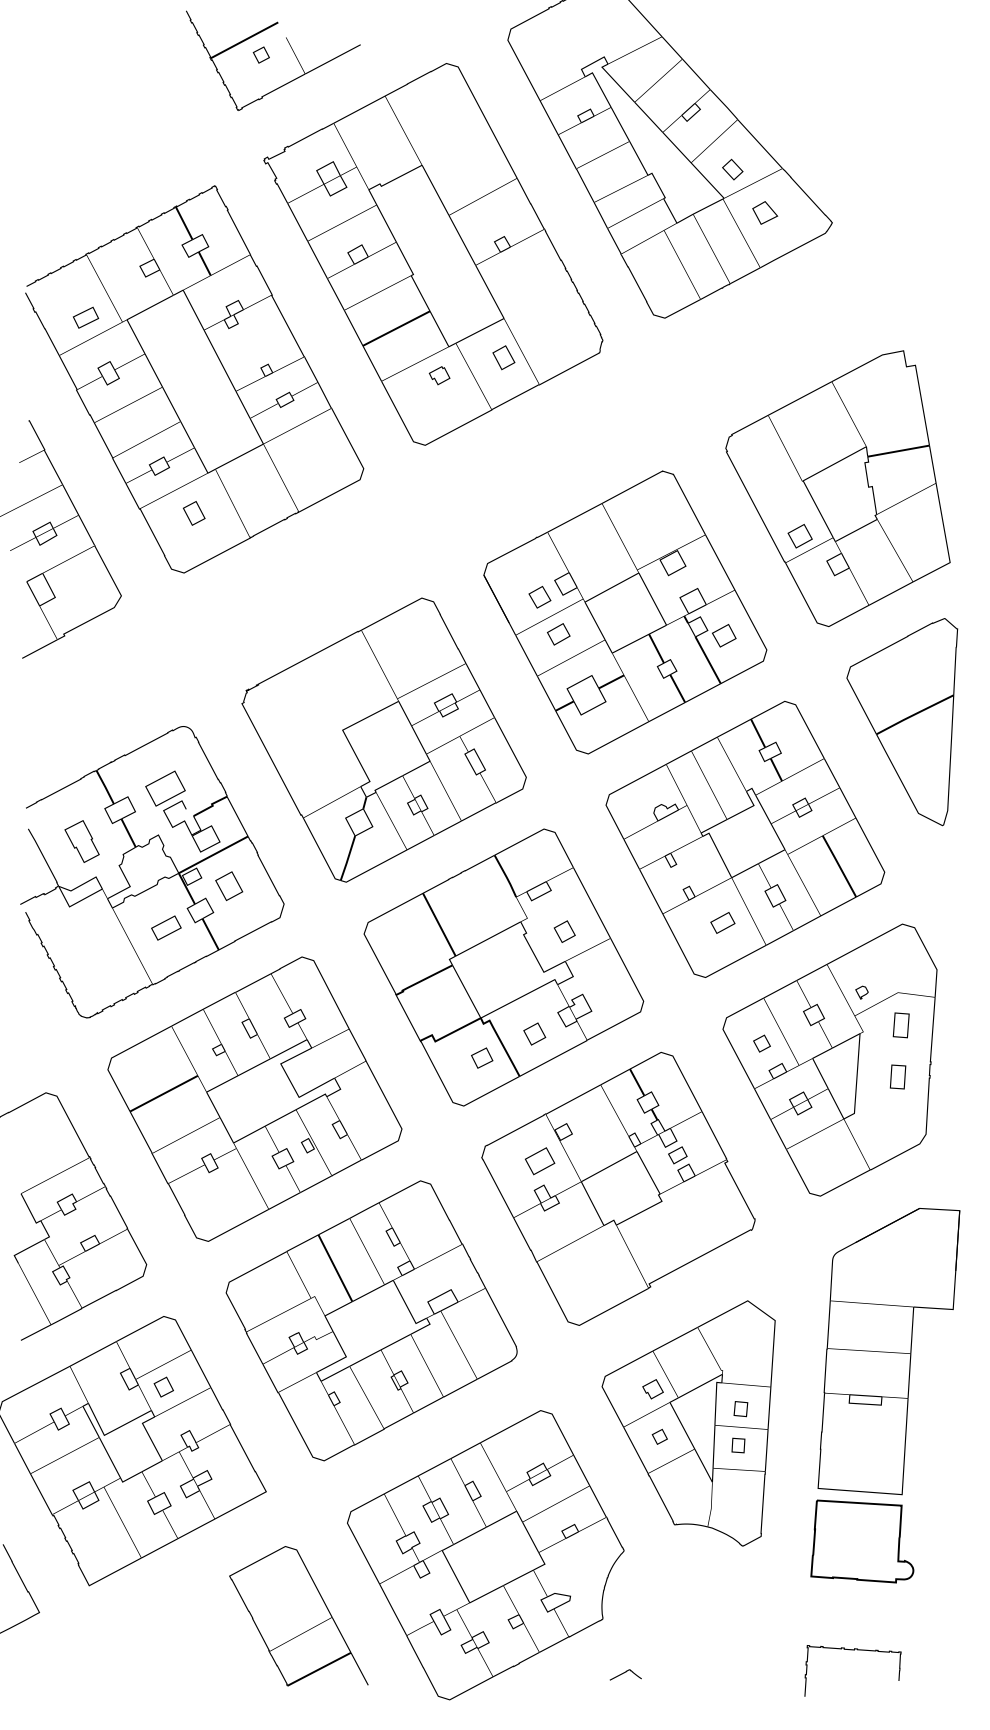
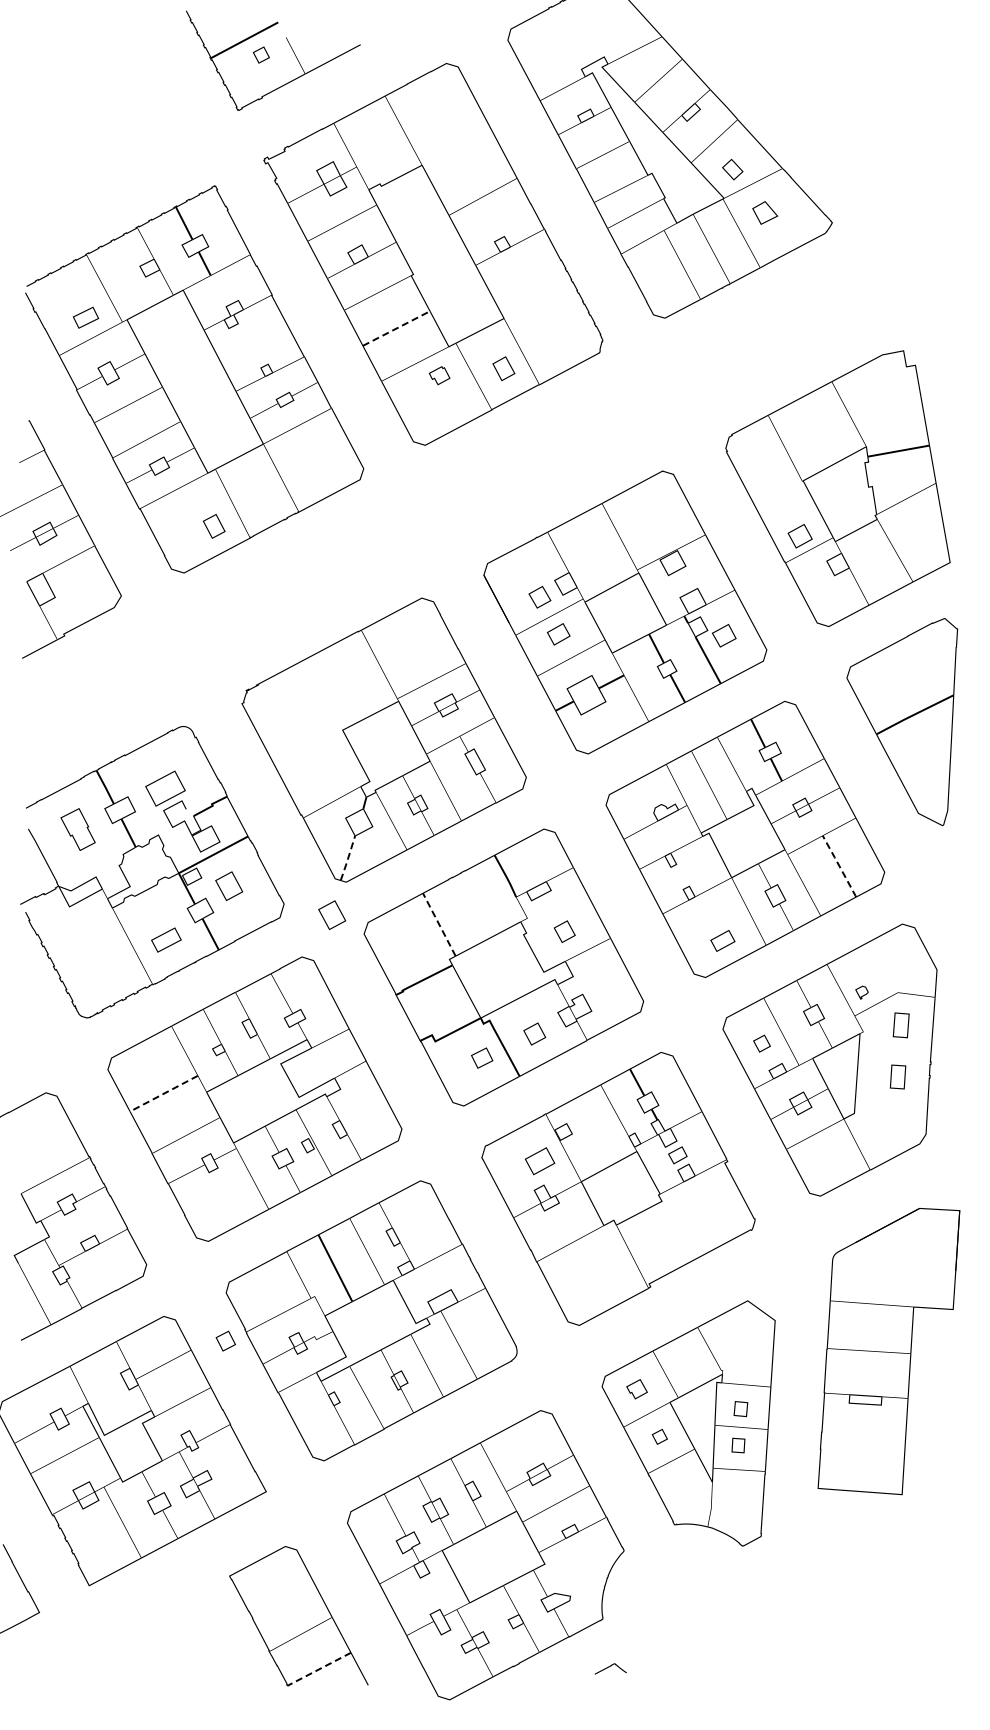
line at (396, 328): solid -> dashed
part at (503, 357) position: (503, 357) -> (503, 368)
part at (193, 513) position: (193, 513) -> (213, 526)
part at (81, 841) position: (81, 841) -> (77, 829)
line at (348, 858): solid -> dashed
line at (839, 866): solid -> dashed
part at (332, 914): none -> present
part at (722, 922) position: (722, 922) -> (722, 940)
line at (439, 924): solid -> dashed
part at (166, 927) position: (166, 927) -> (166, 939)
line at (163, 1093): solid -> dashed
part at (163, 1386) position: (163, 1386) -> (225, 1340)
part at (652, 1389) position: (652, 1389) -> (636, 1389)
part at (862, 1541): present -> none
curve at (852, 1650): present -> none
line at (319, 1669): solid -> dashed
curve at (624, 1673) position: (624, 1673) -> (609, 1667)
